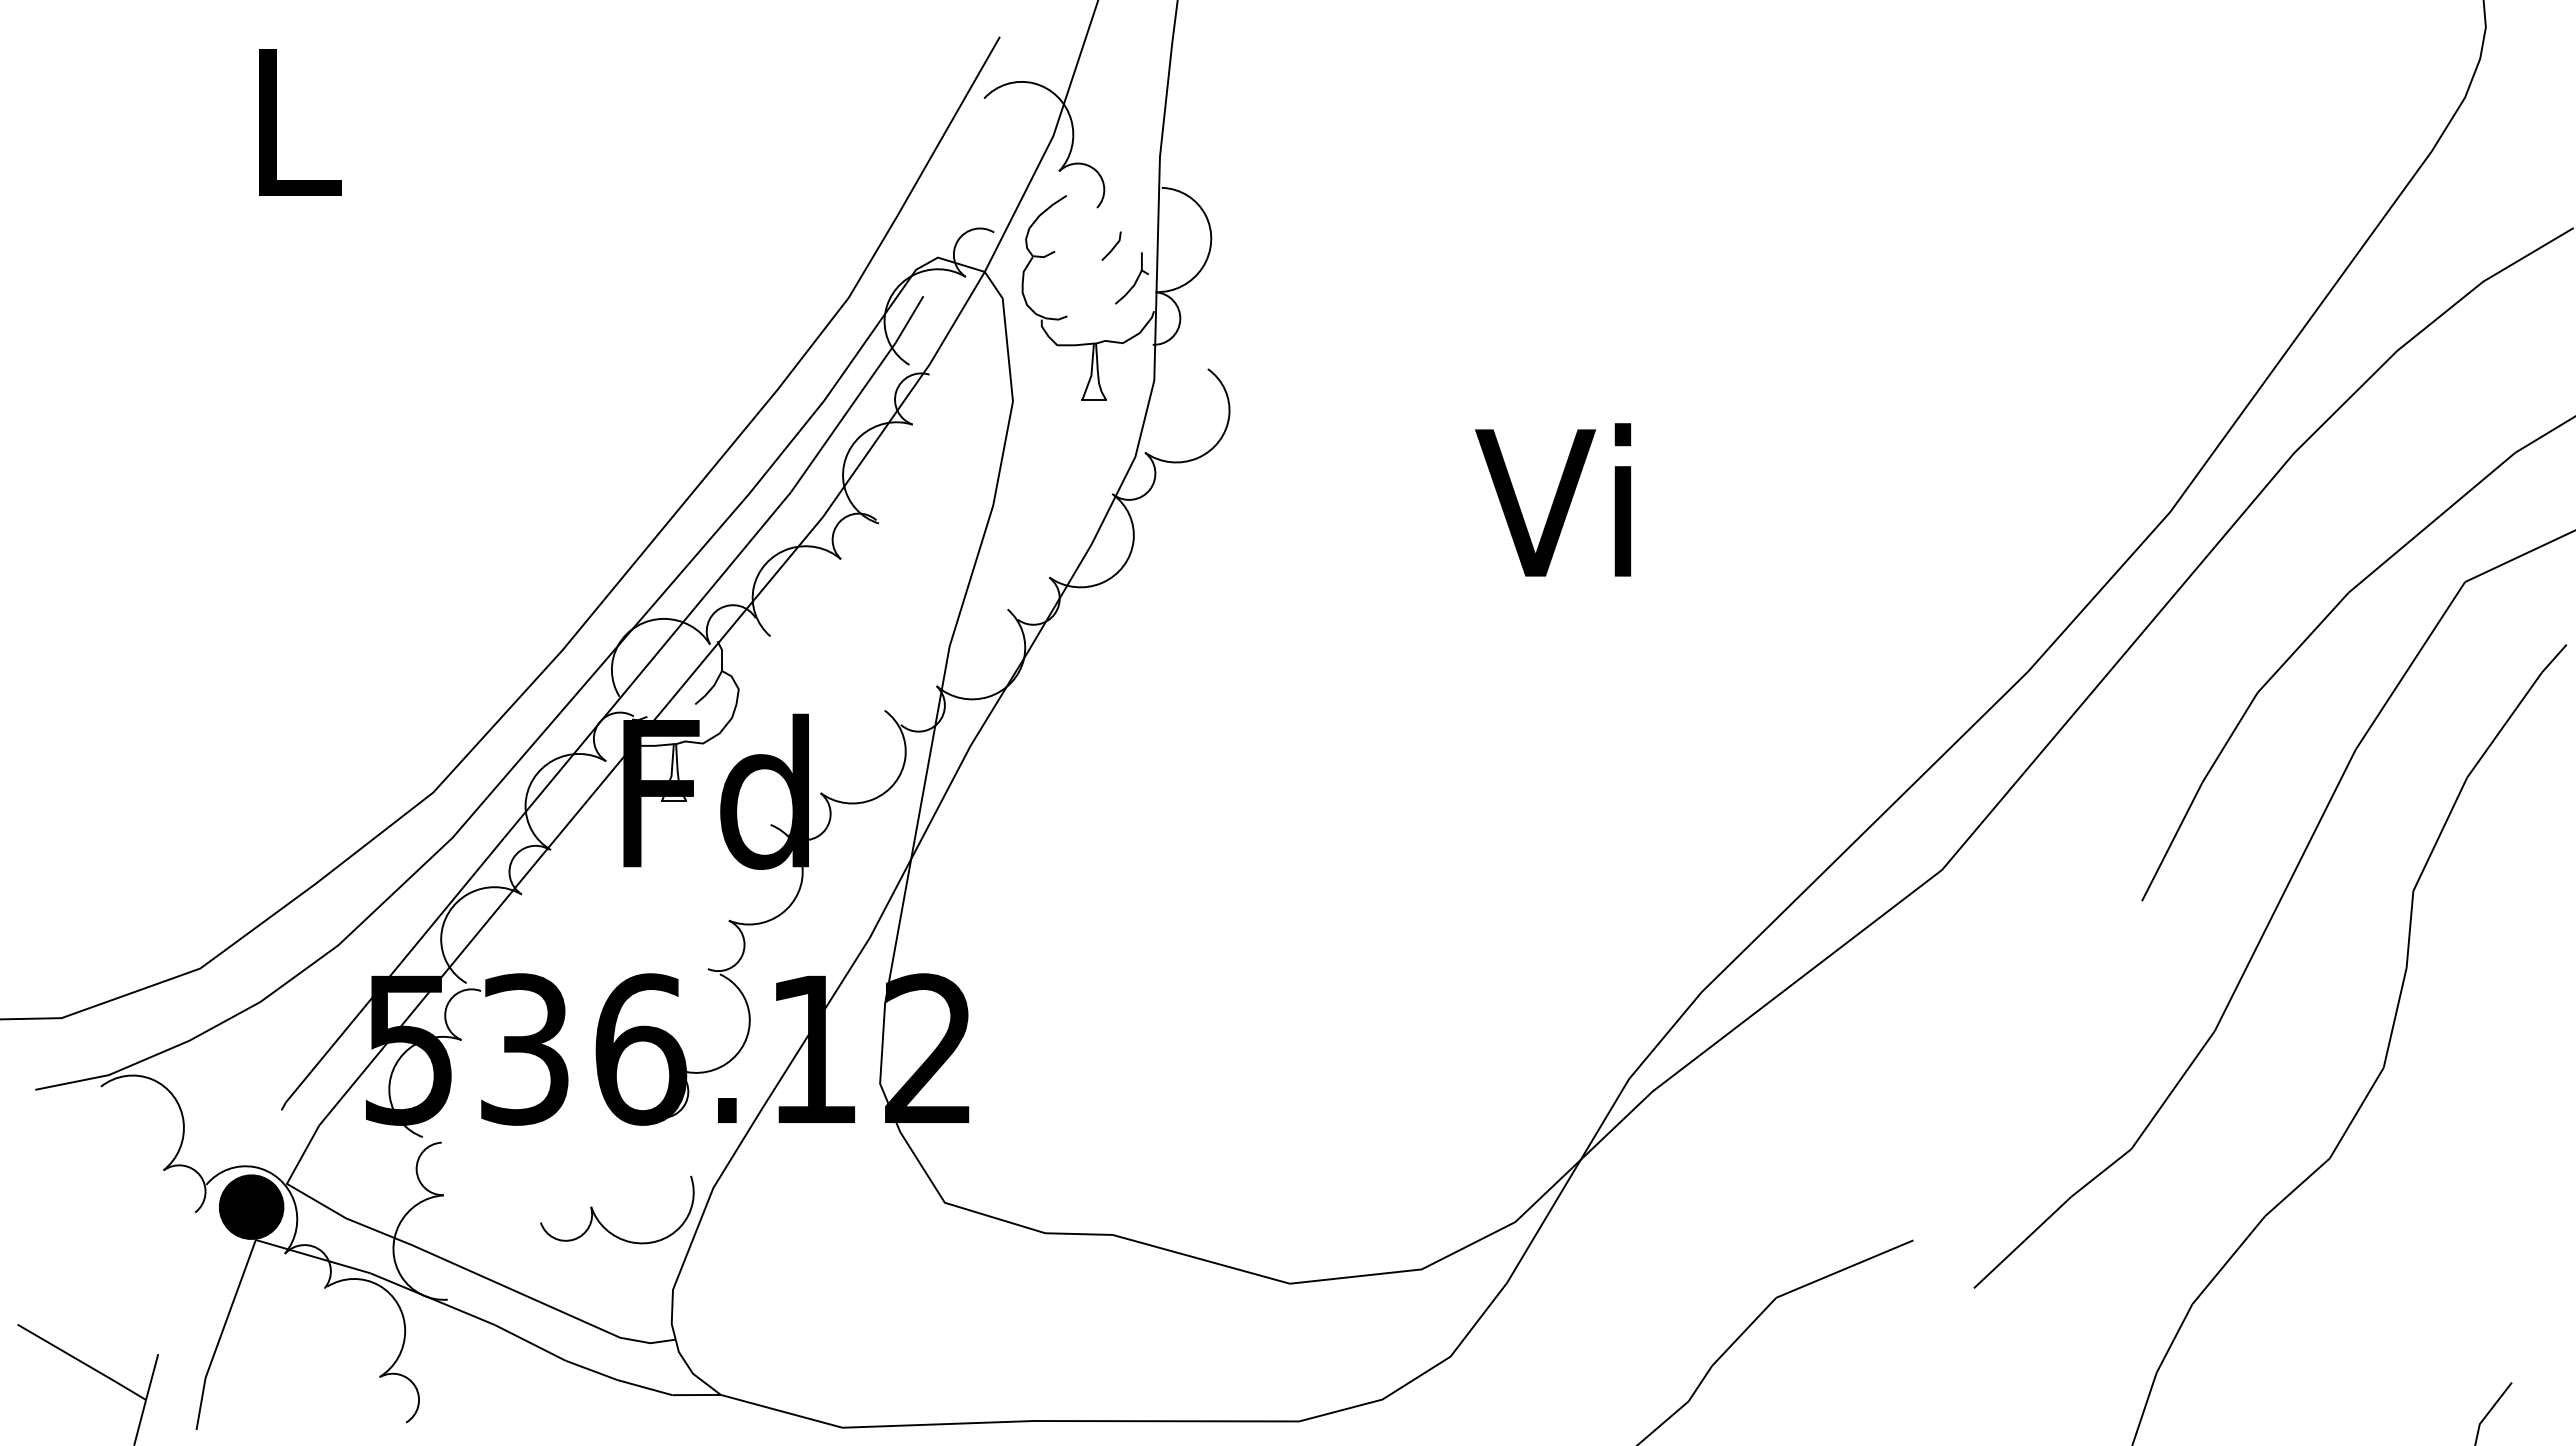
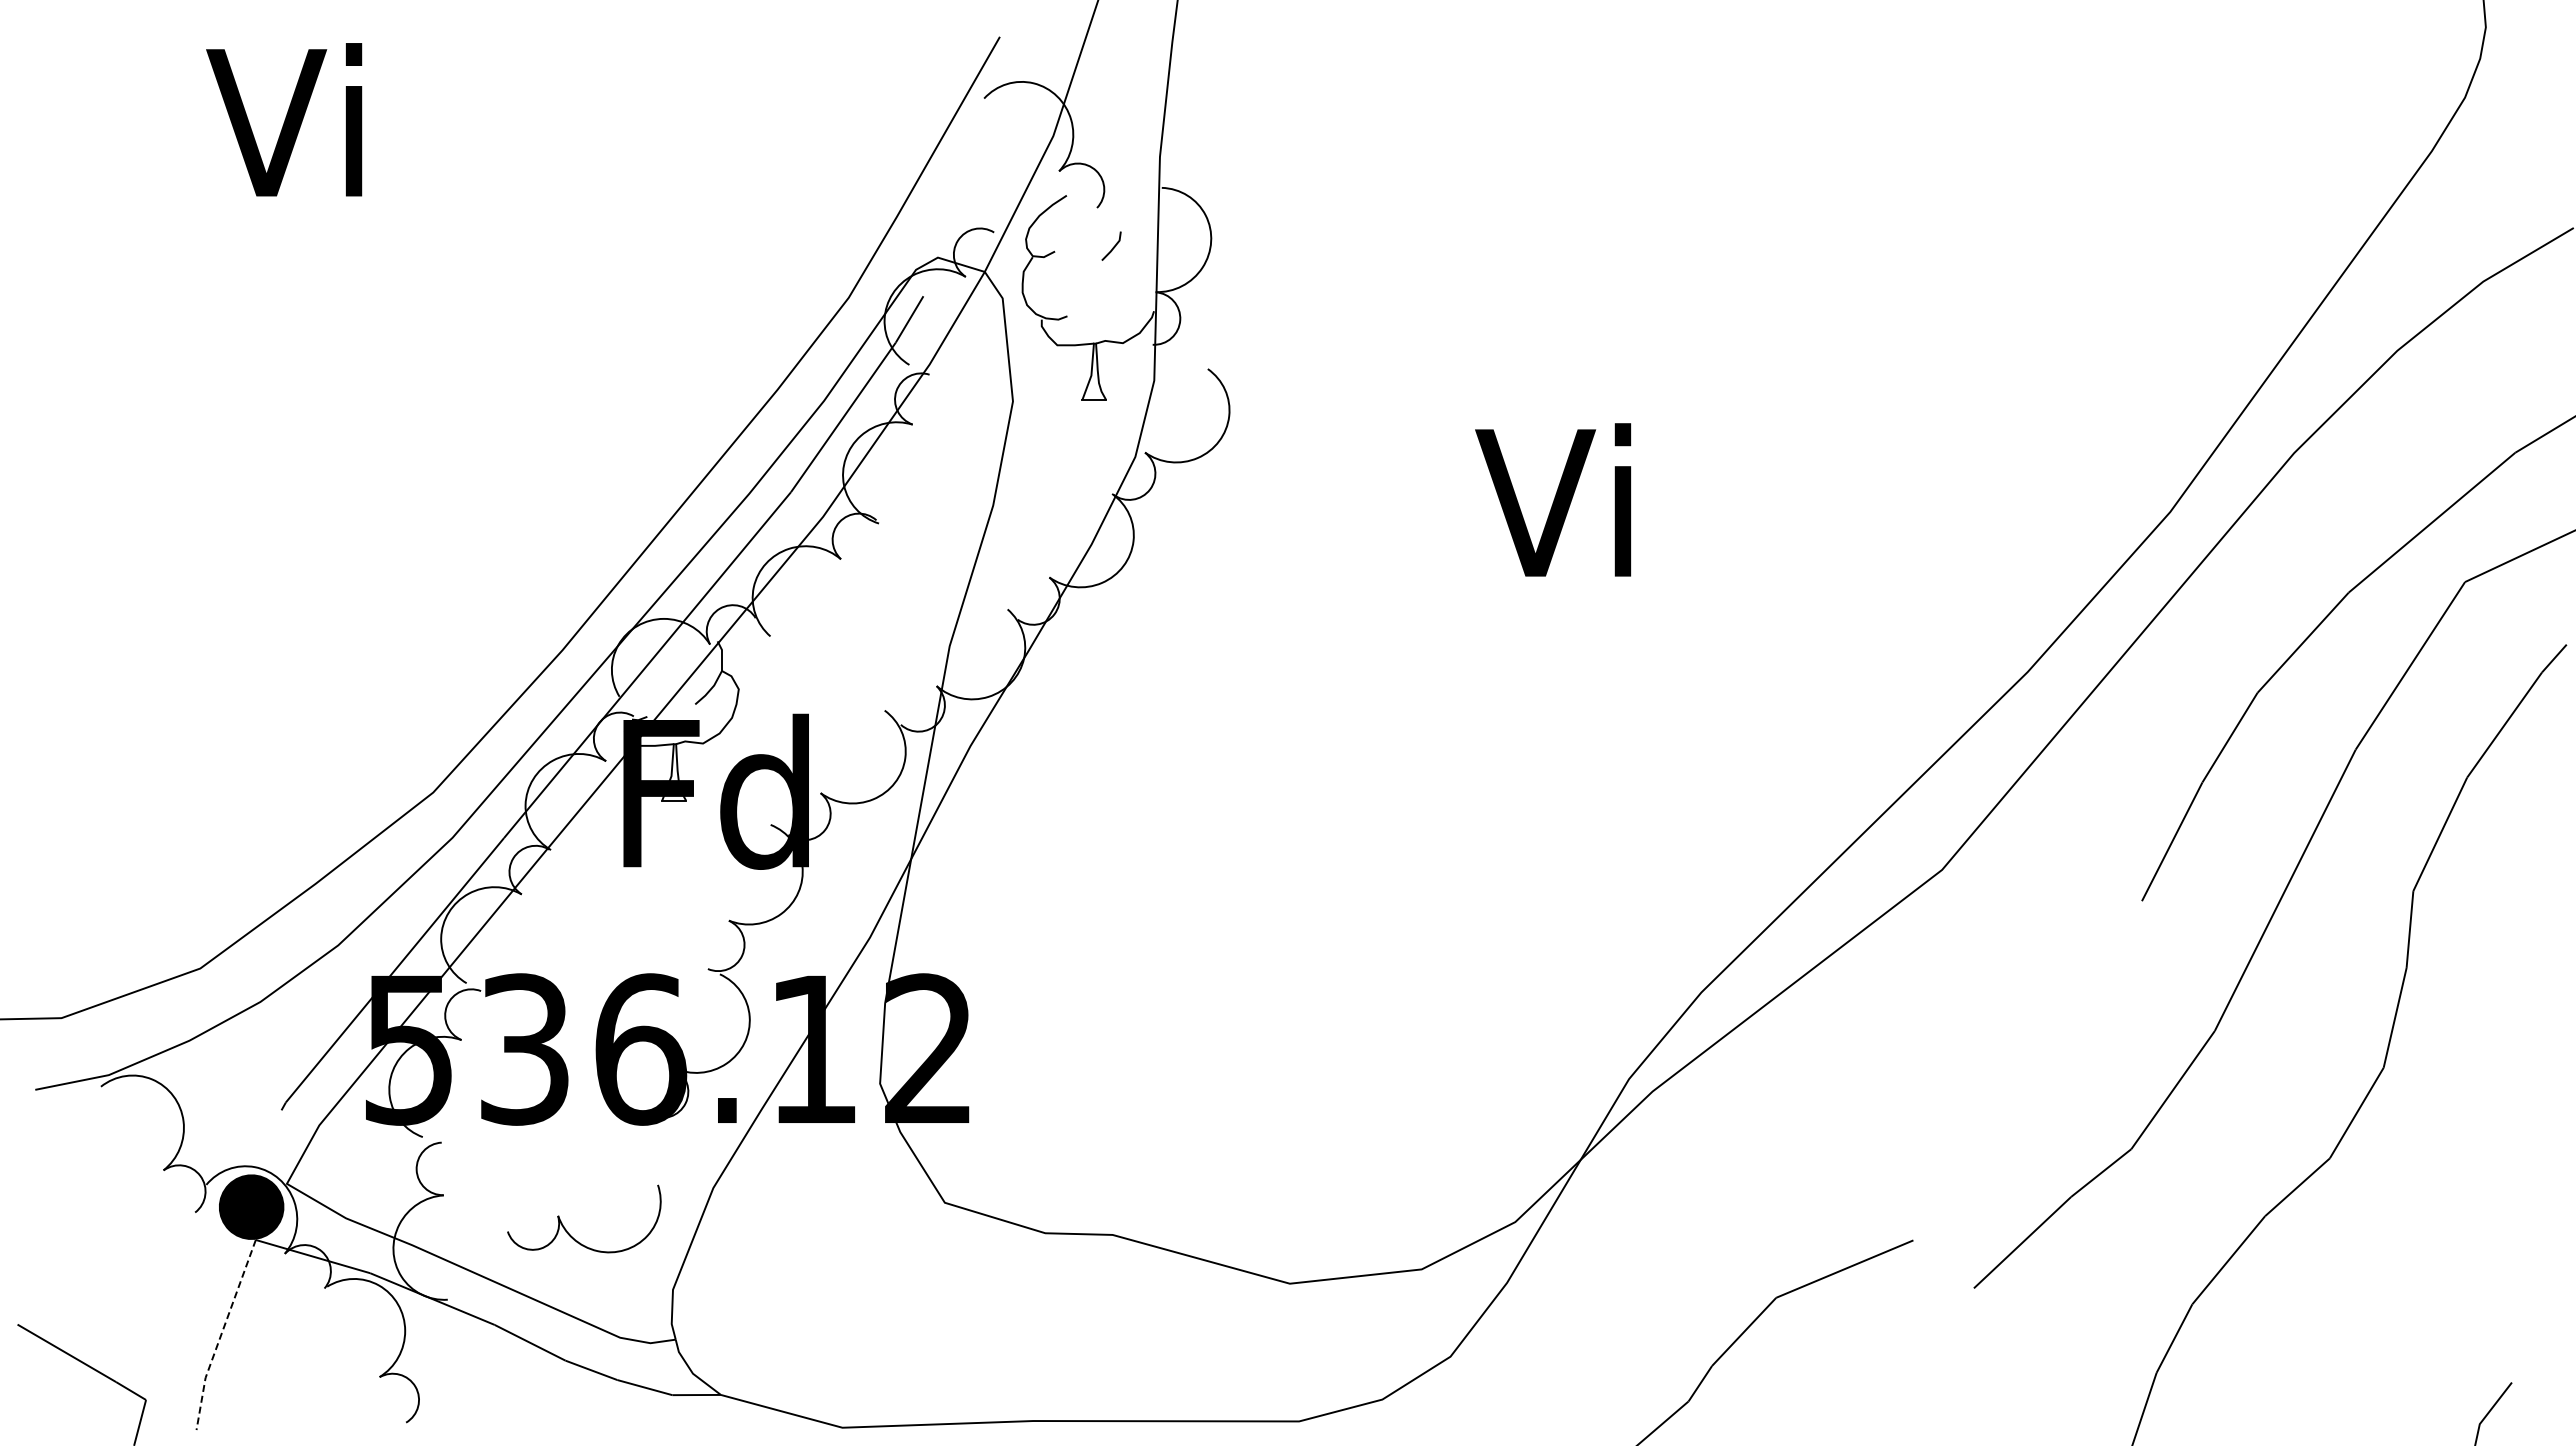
text at (284, 119): L -> Vi
part at (1131, 278): present -> none
part at (599, 1220) position: (599, 1220) -> (566, 1229)
line at (221, 1334): solid -> dashed
line at (152, 1376): present -> none
